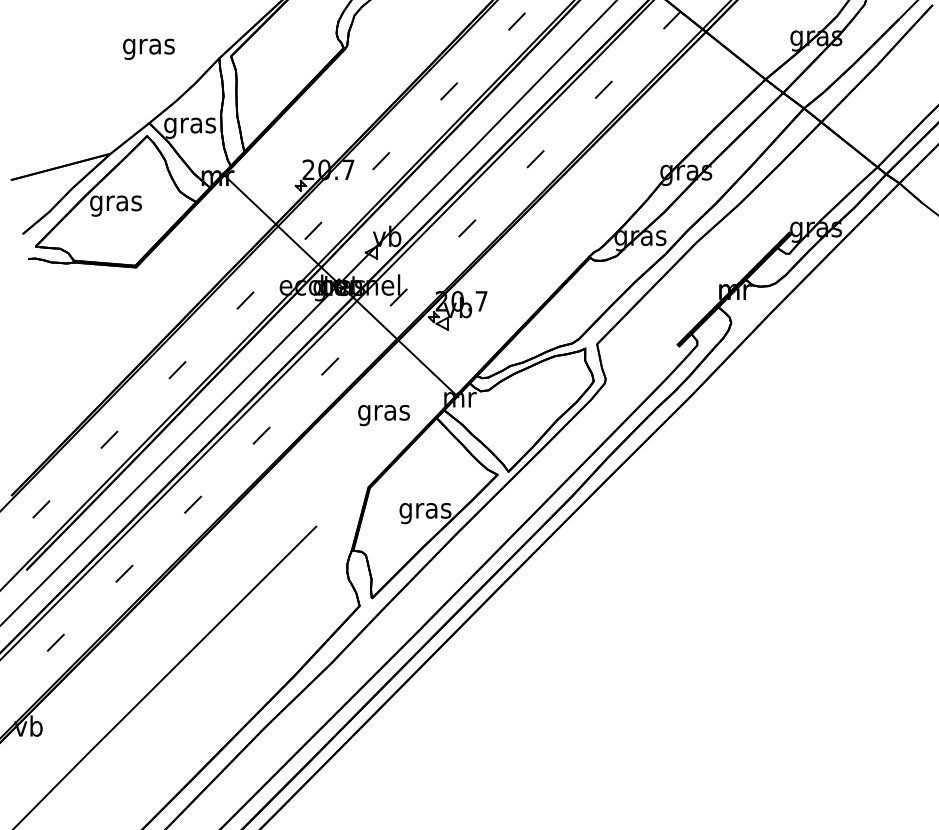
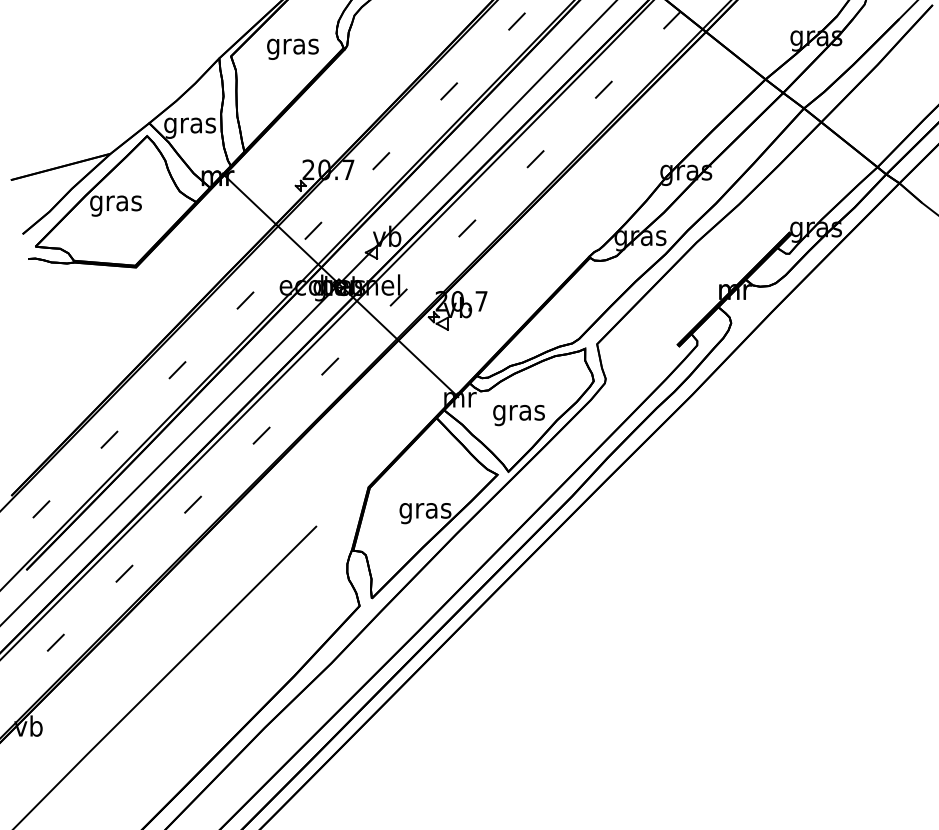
text at (148, 48) position: (148, 48) -> (292, 48)
text at (383, 415) position: (383, 415) -> (518, 415)
